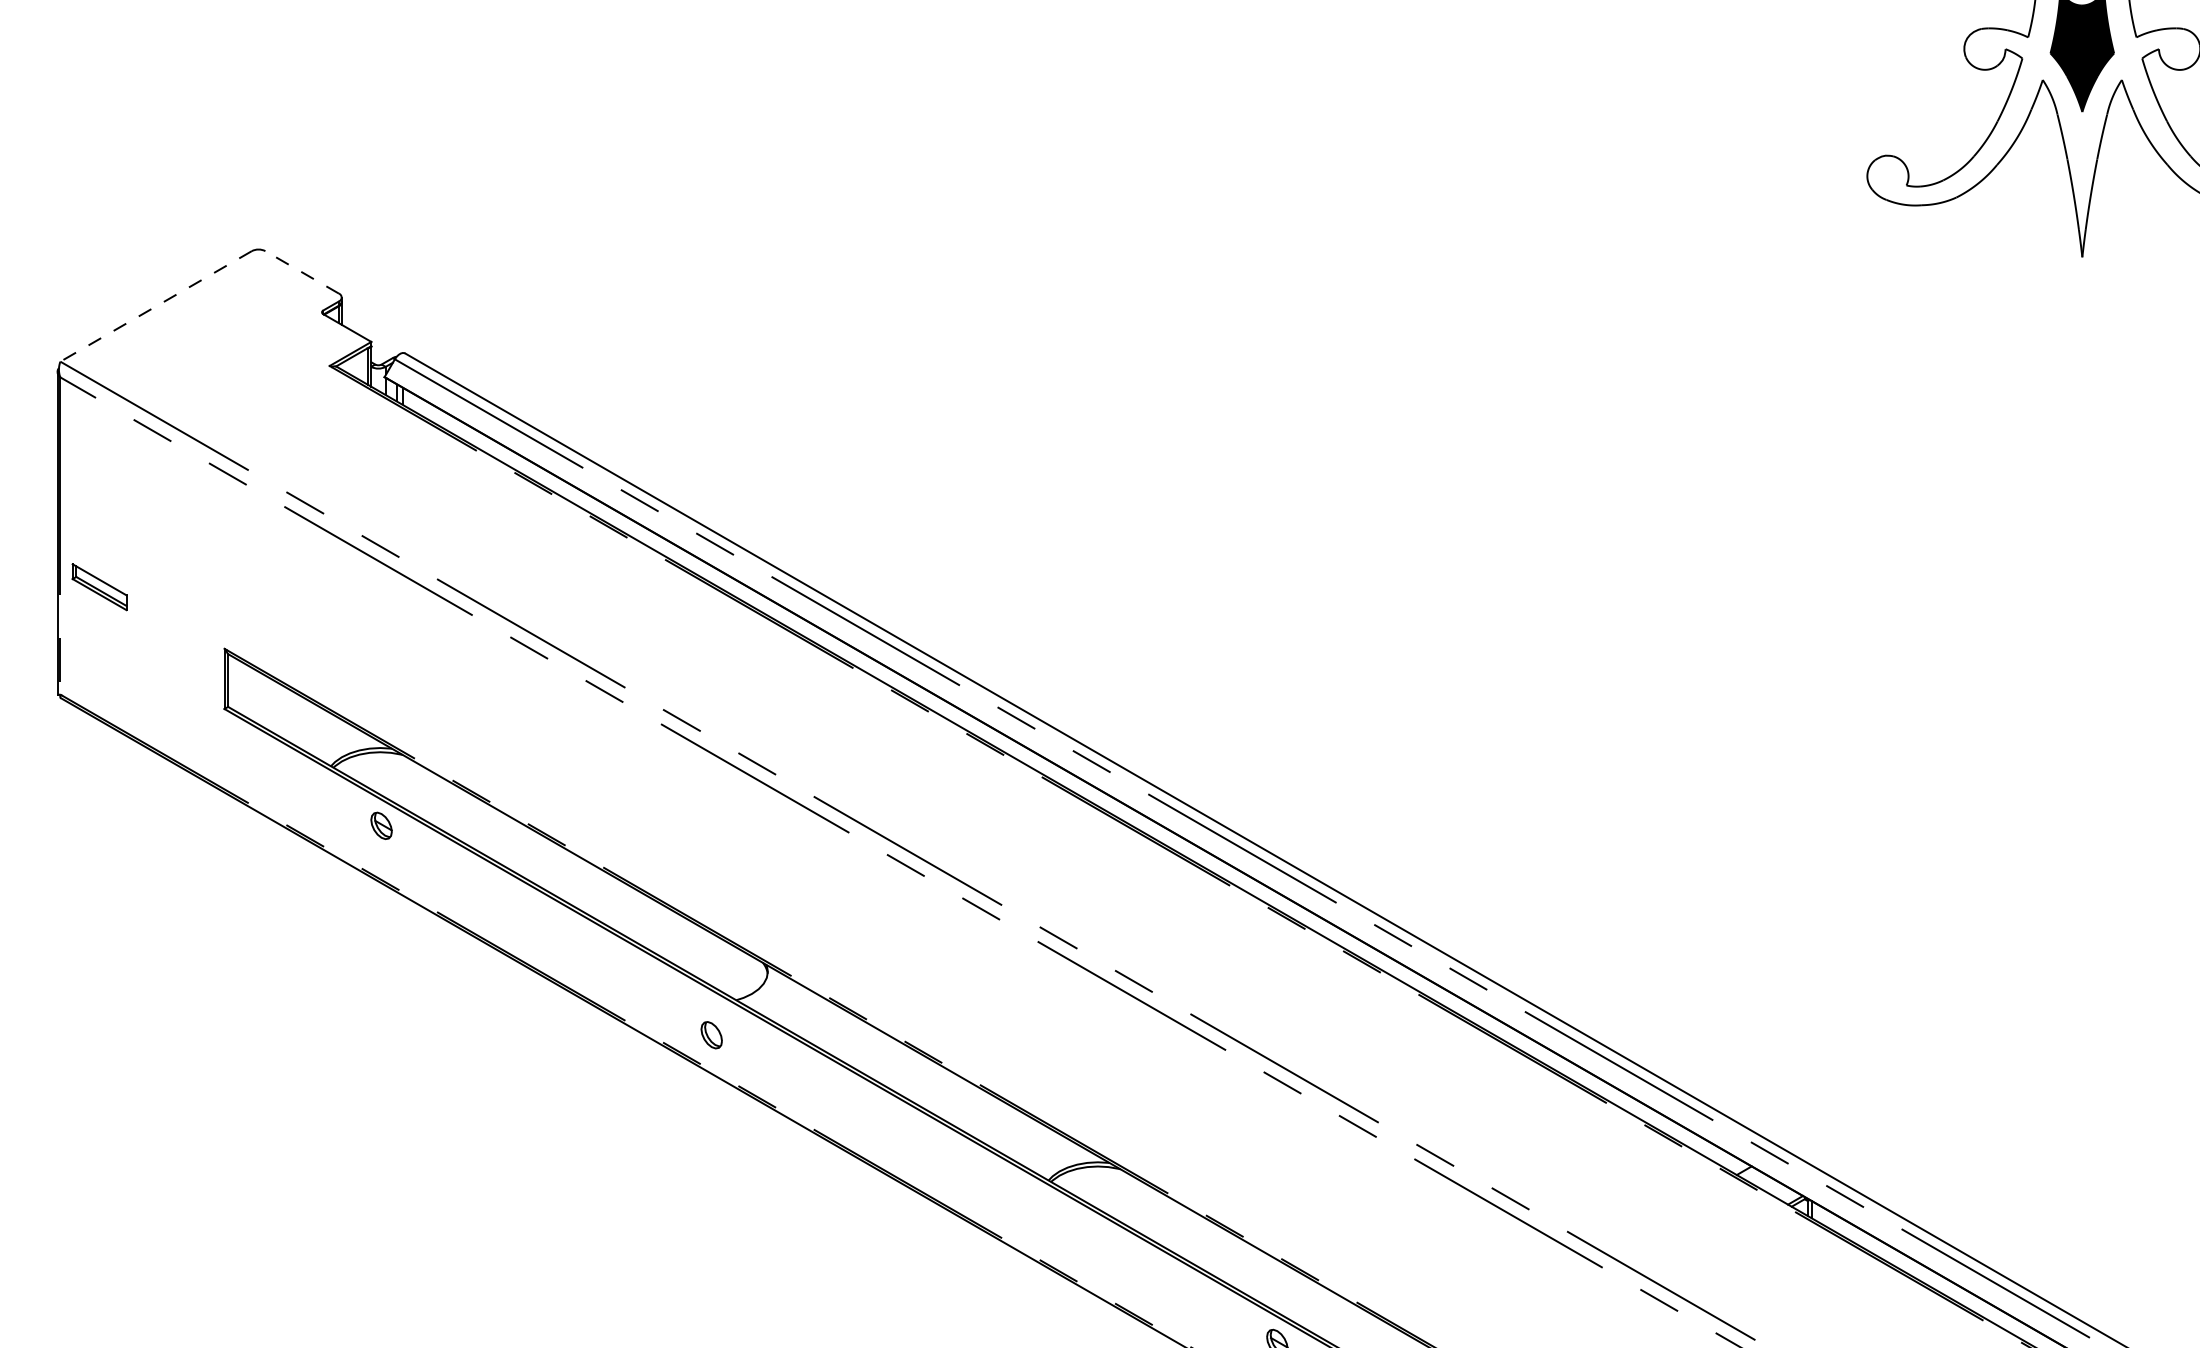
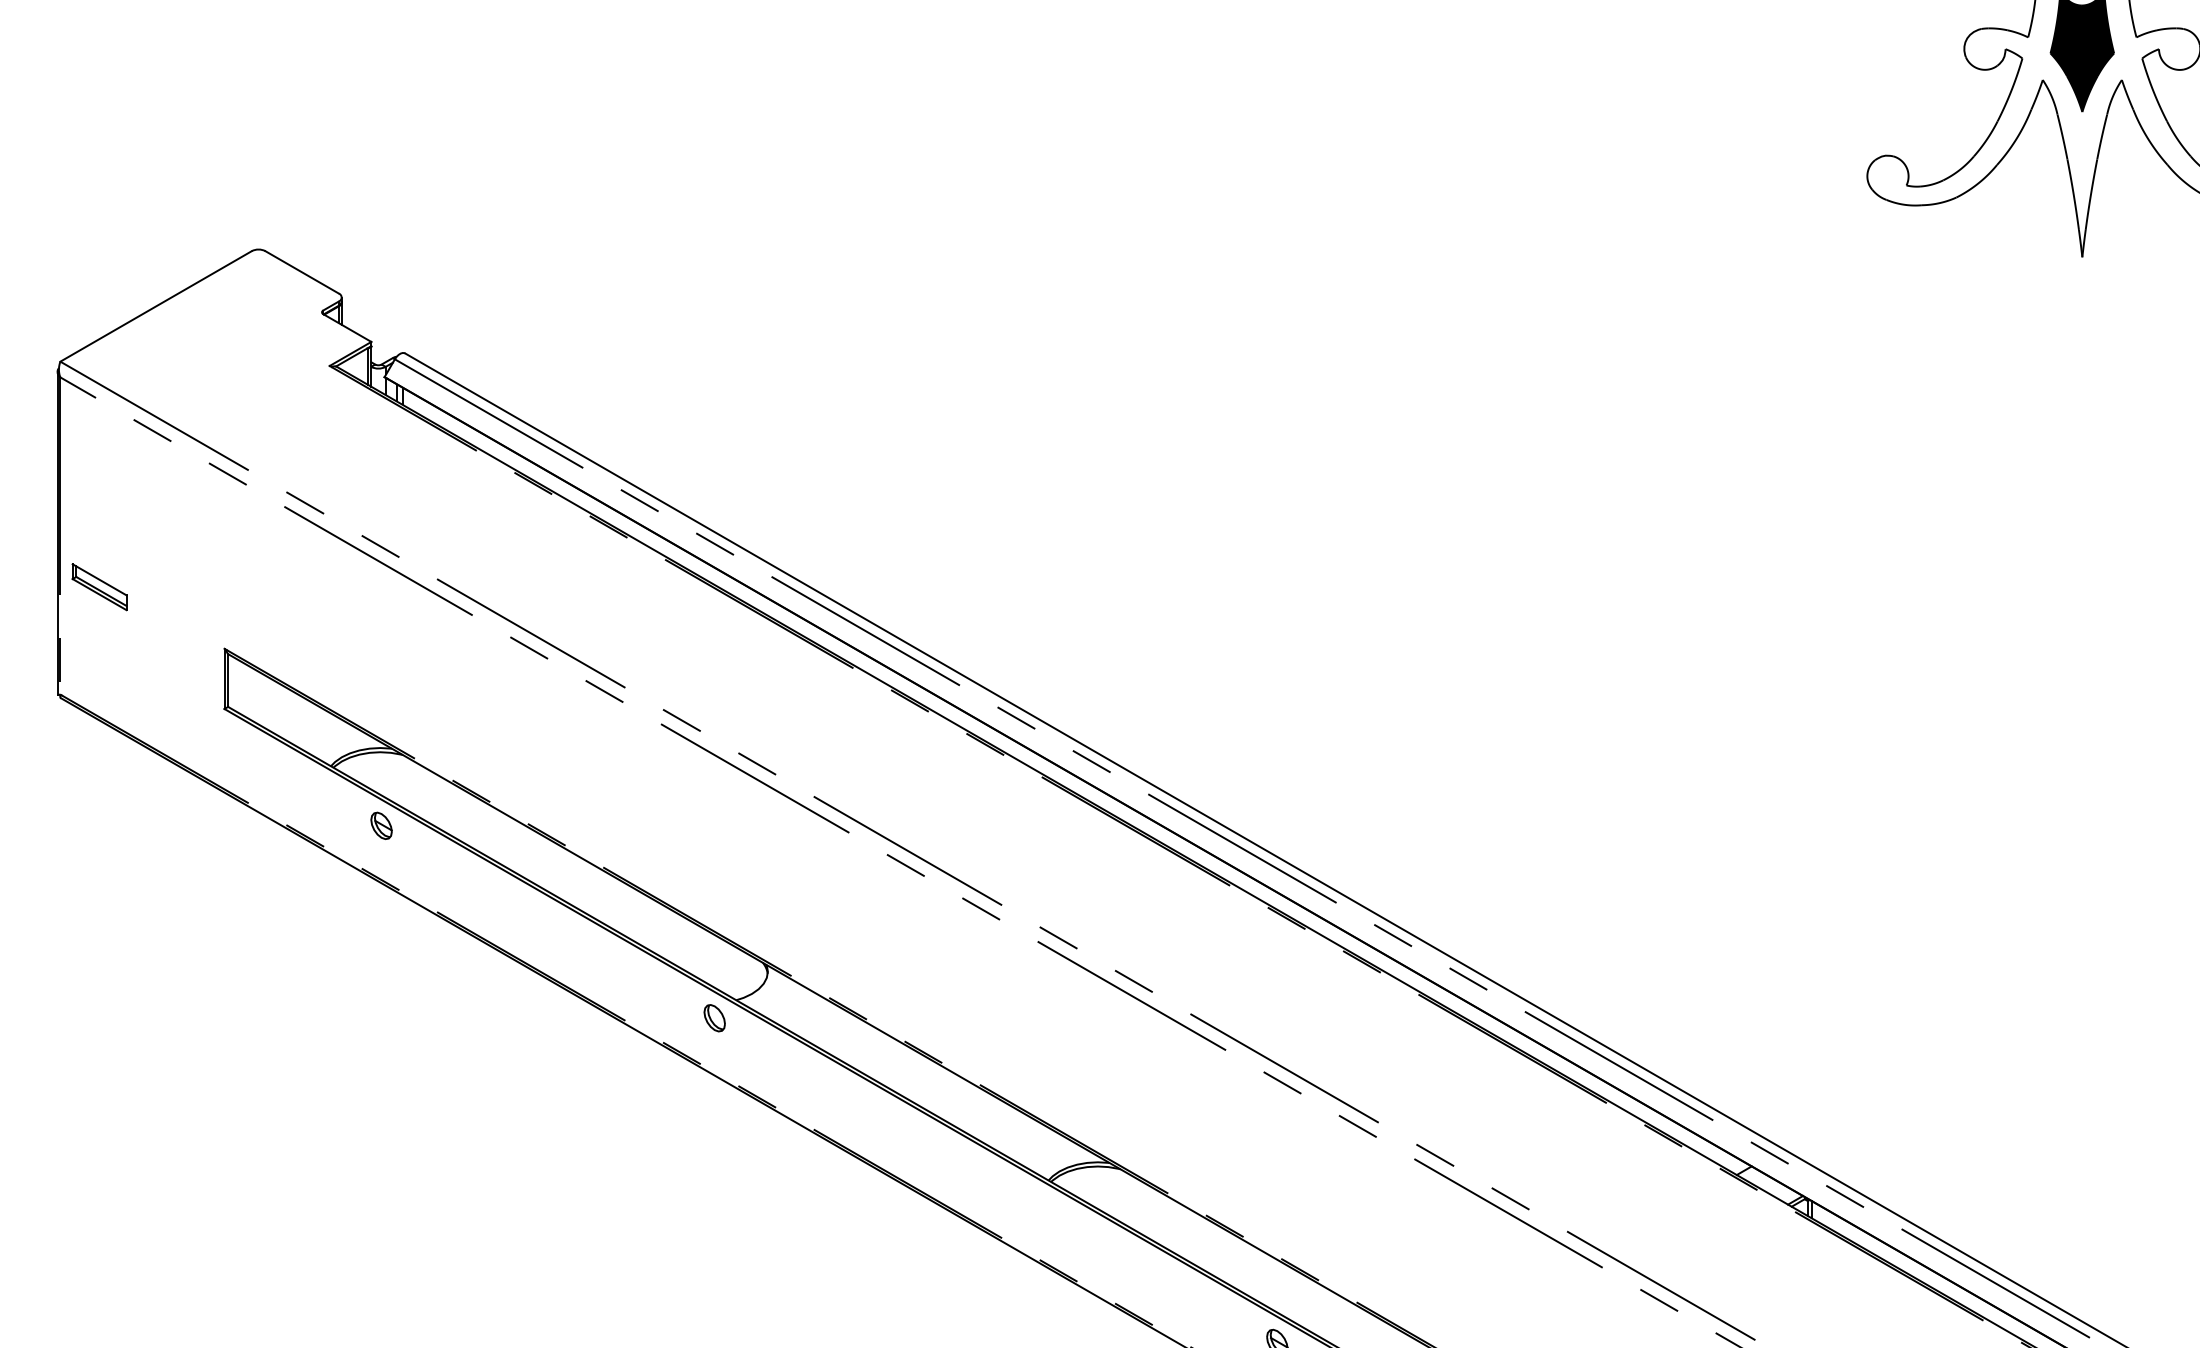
line at (301, 272): dashed -> solid
line at (155, 306): dashed -> solid
part at (711, 1035) position: (711, 1035) -> (714, 1018)
